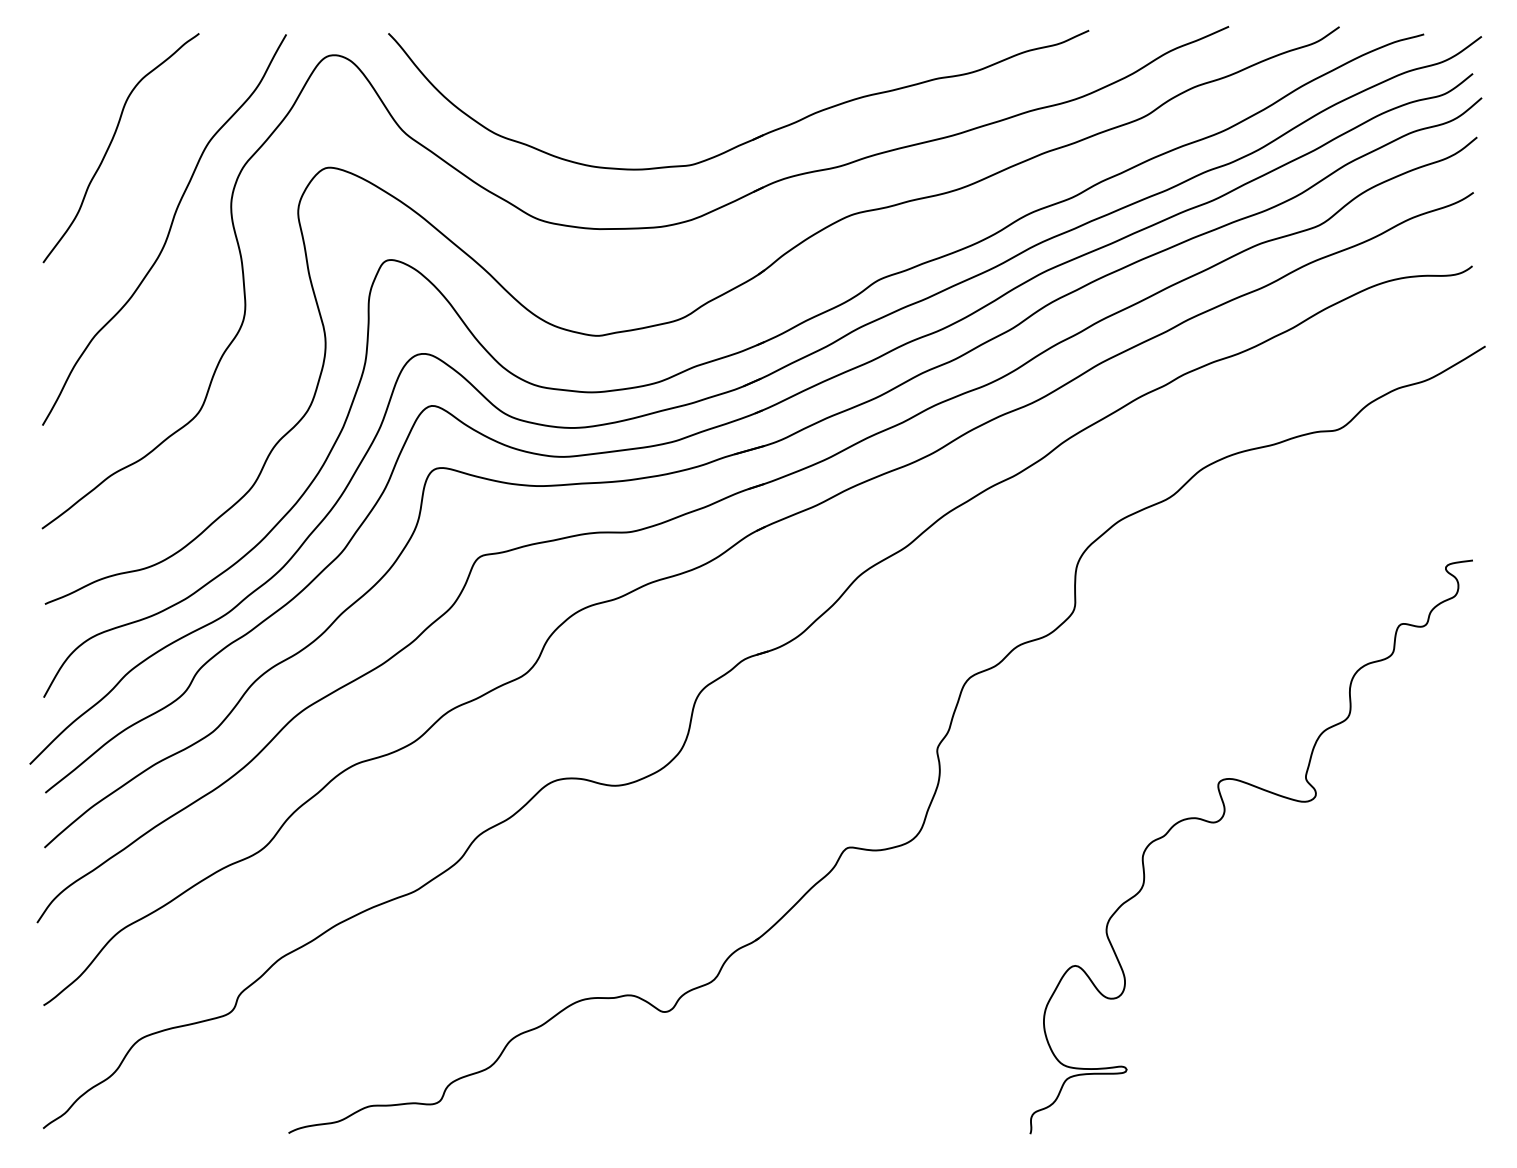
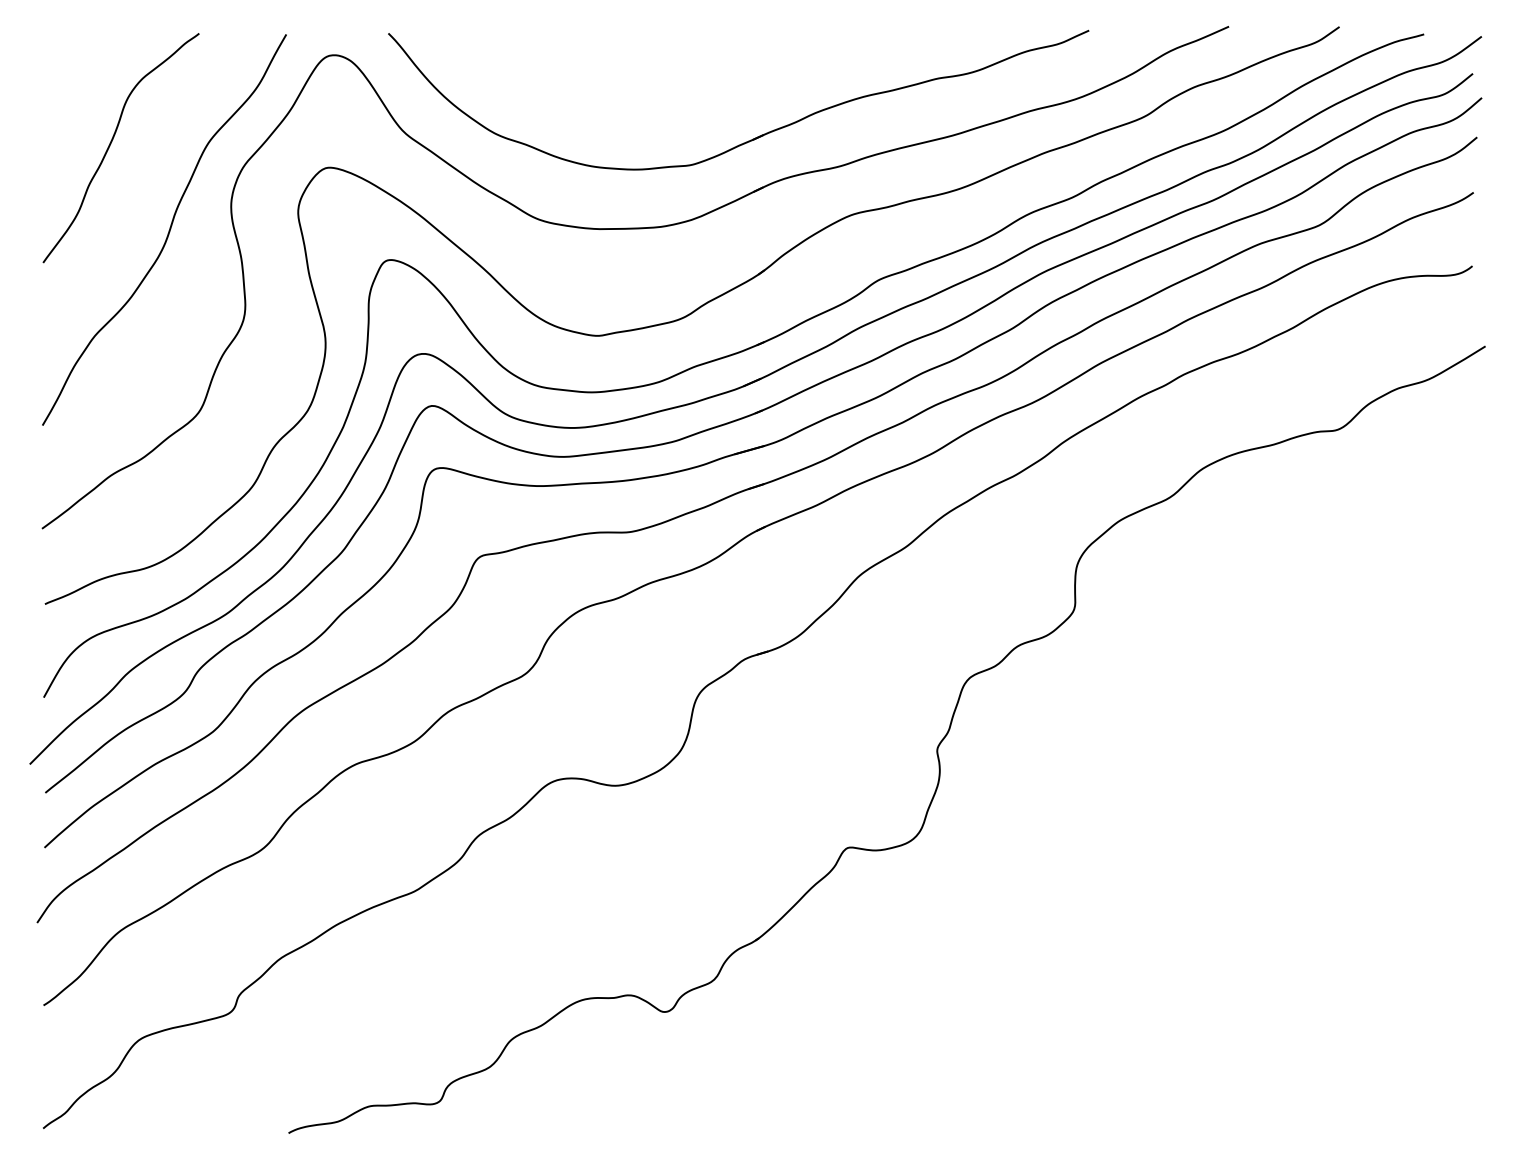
curve at (1222, 818): present -> none
